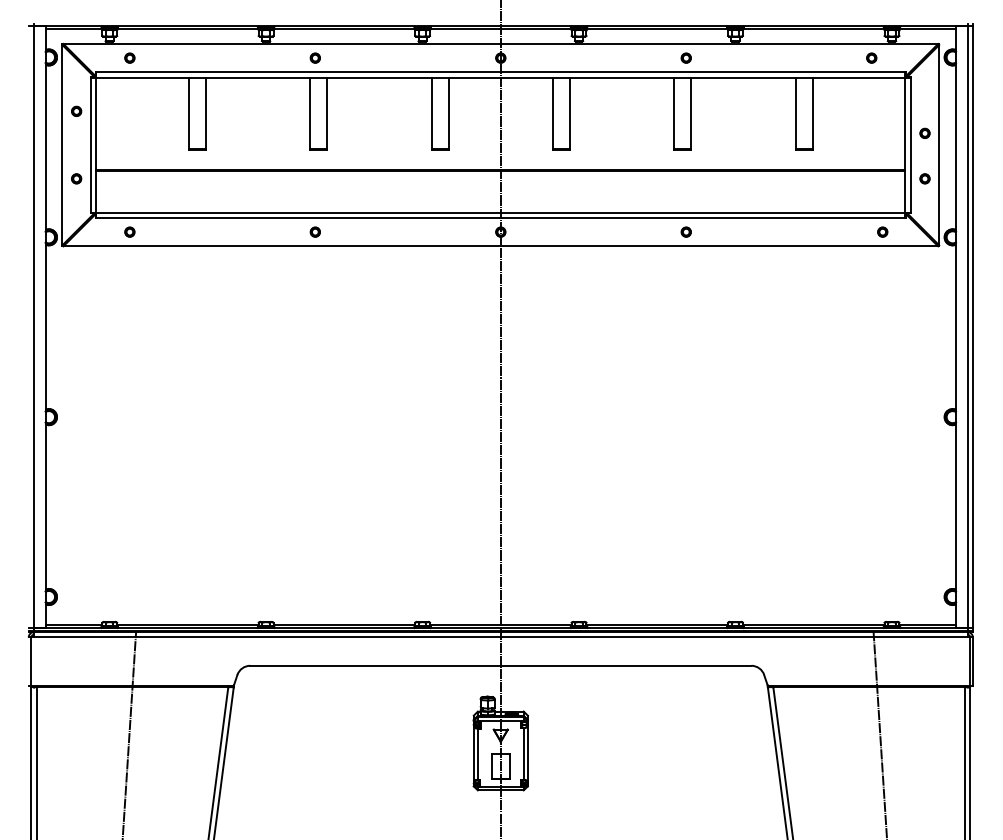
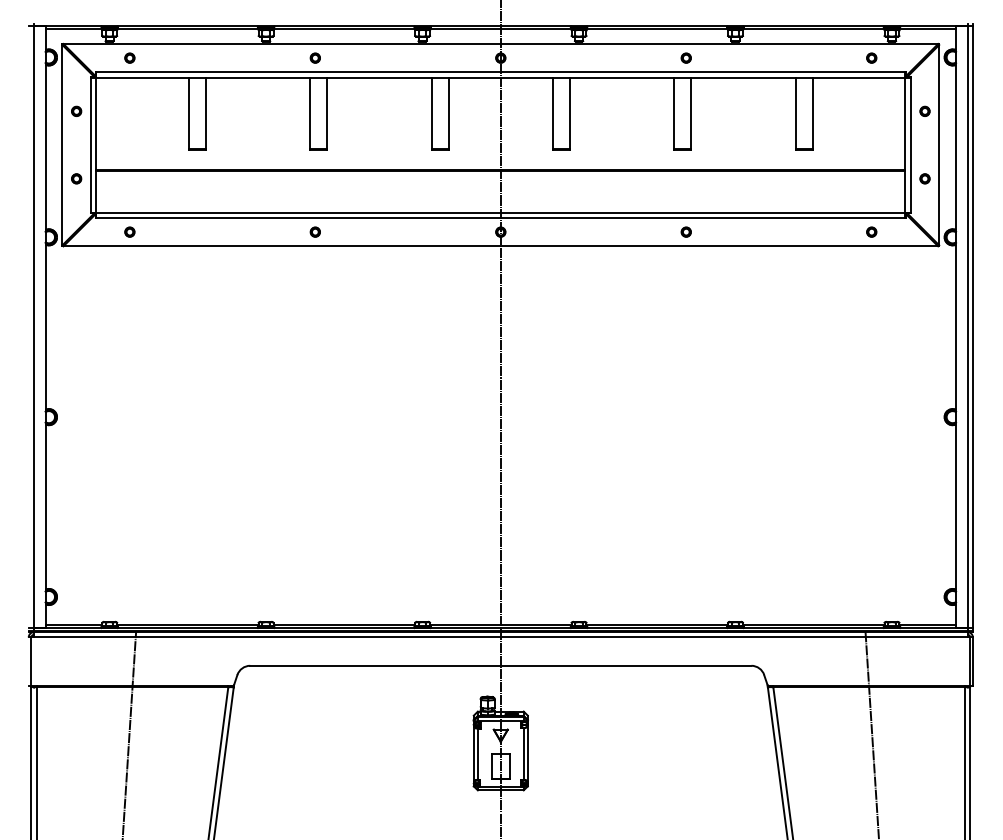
part at (924, 132) position: (924, 132) -> (924, 110)
part at (882, 231) position: (882, 231) -> (871, 231)
line at (879, 733) position: (879, 733) -> (871, 734)
